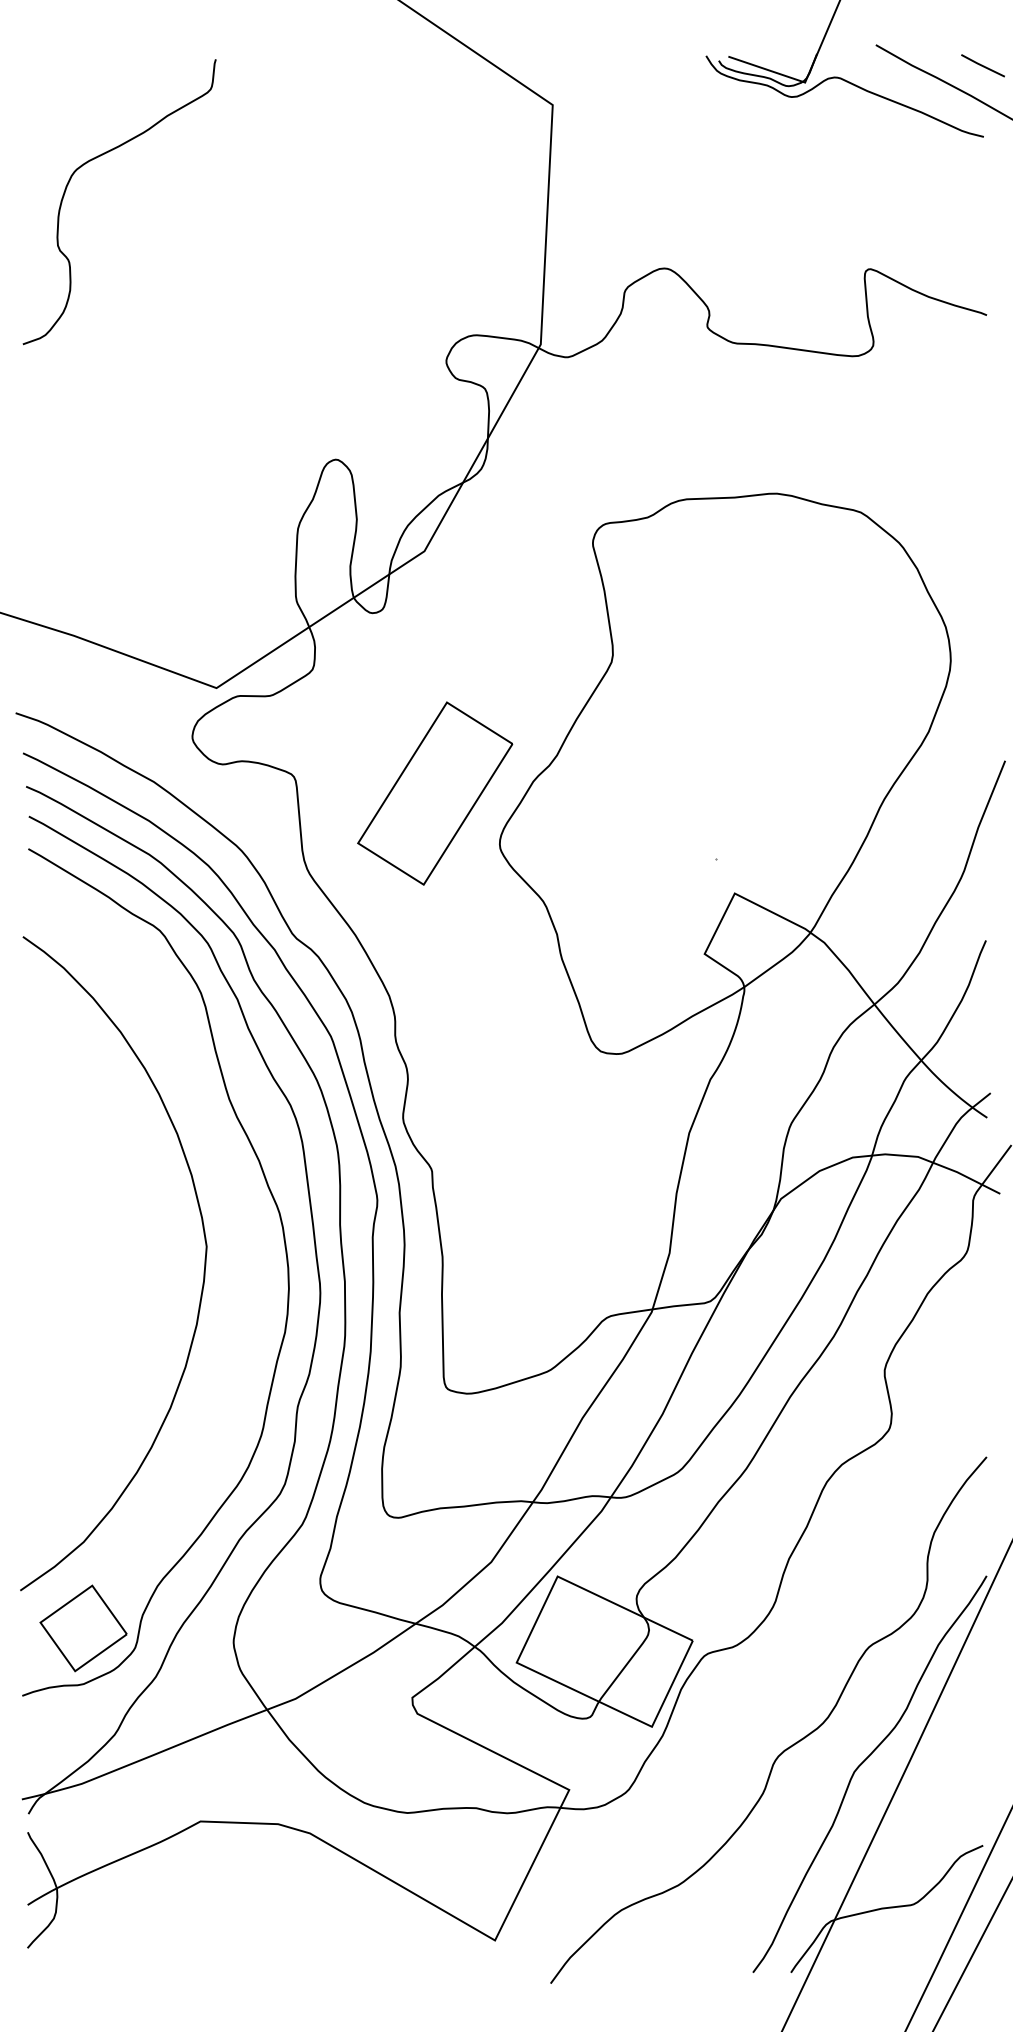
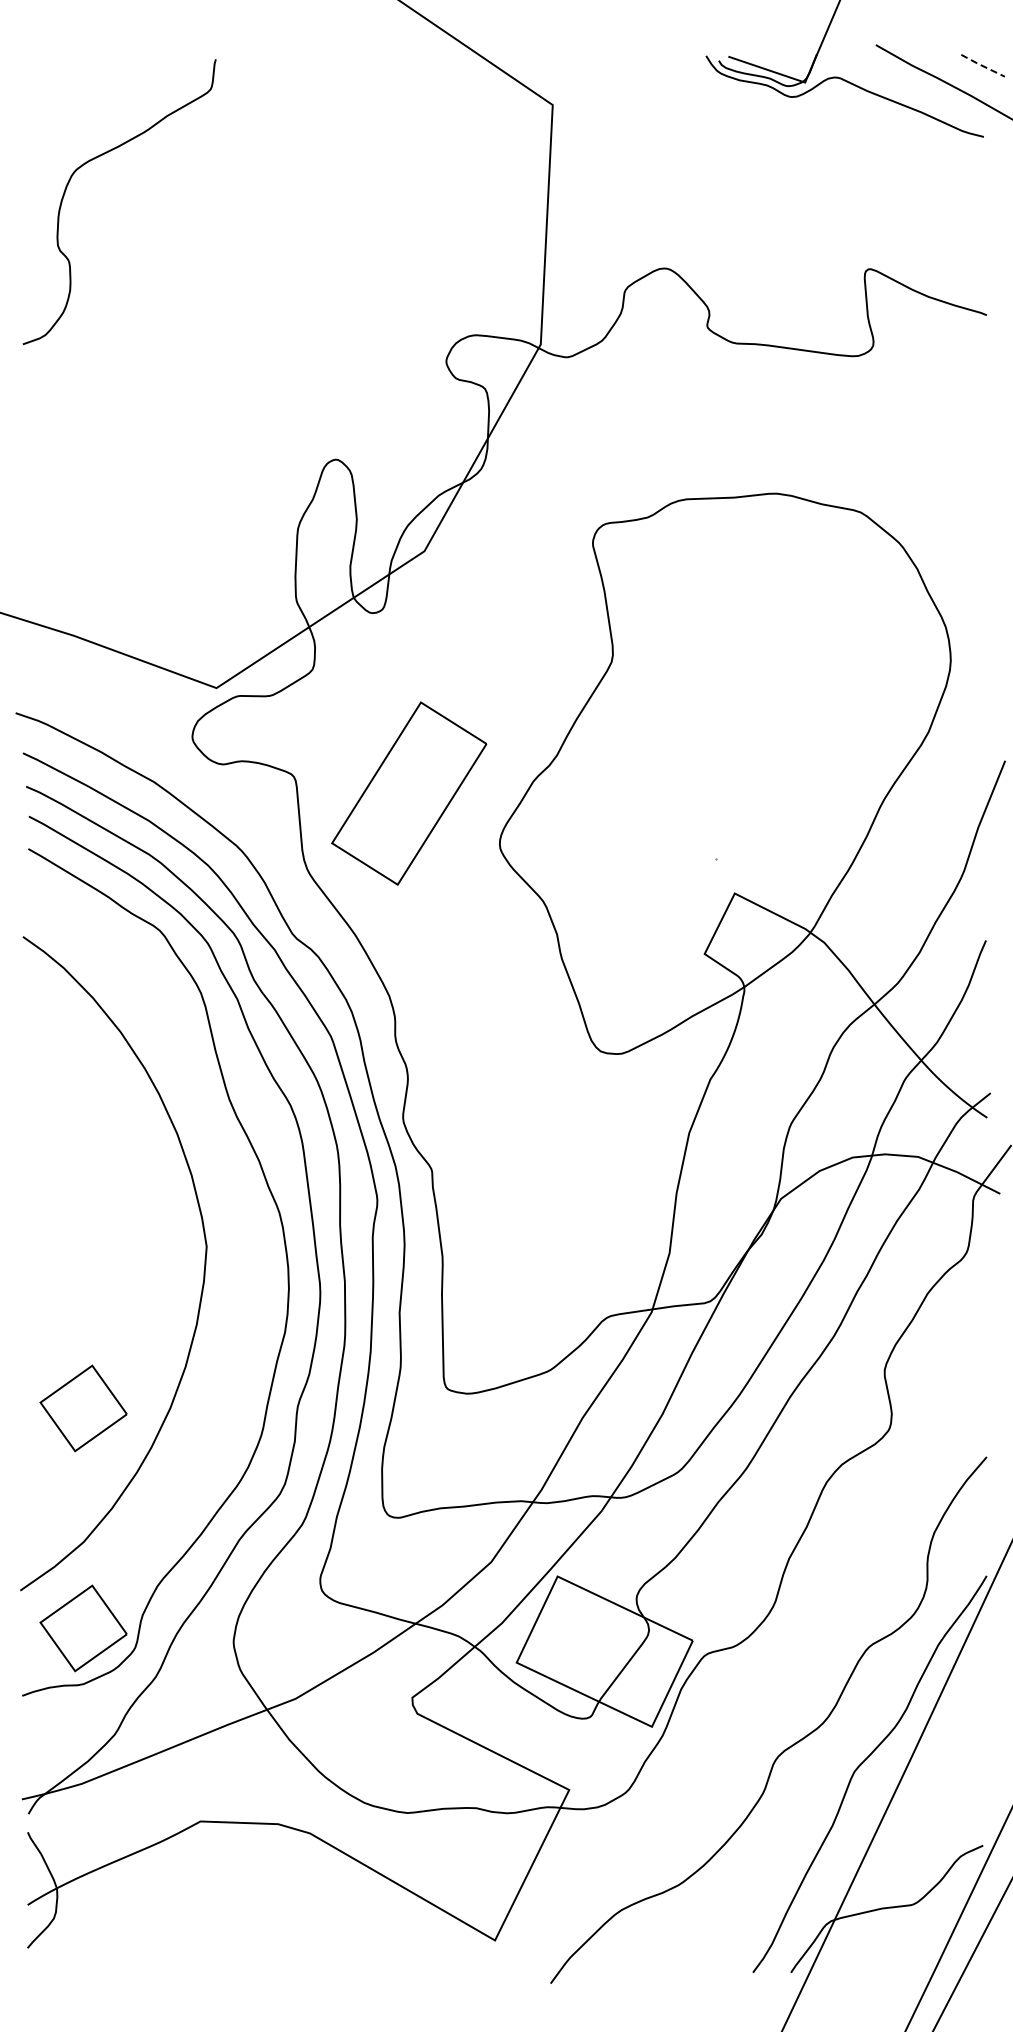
line at (982, 66): solid -> dashed
part at (435, 793) position: (435, 793) -> (409, 793)
part at (83, 1408): none -> present
